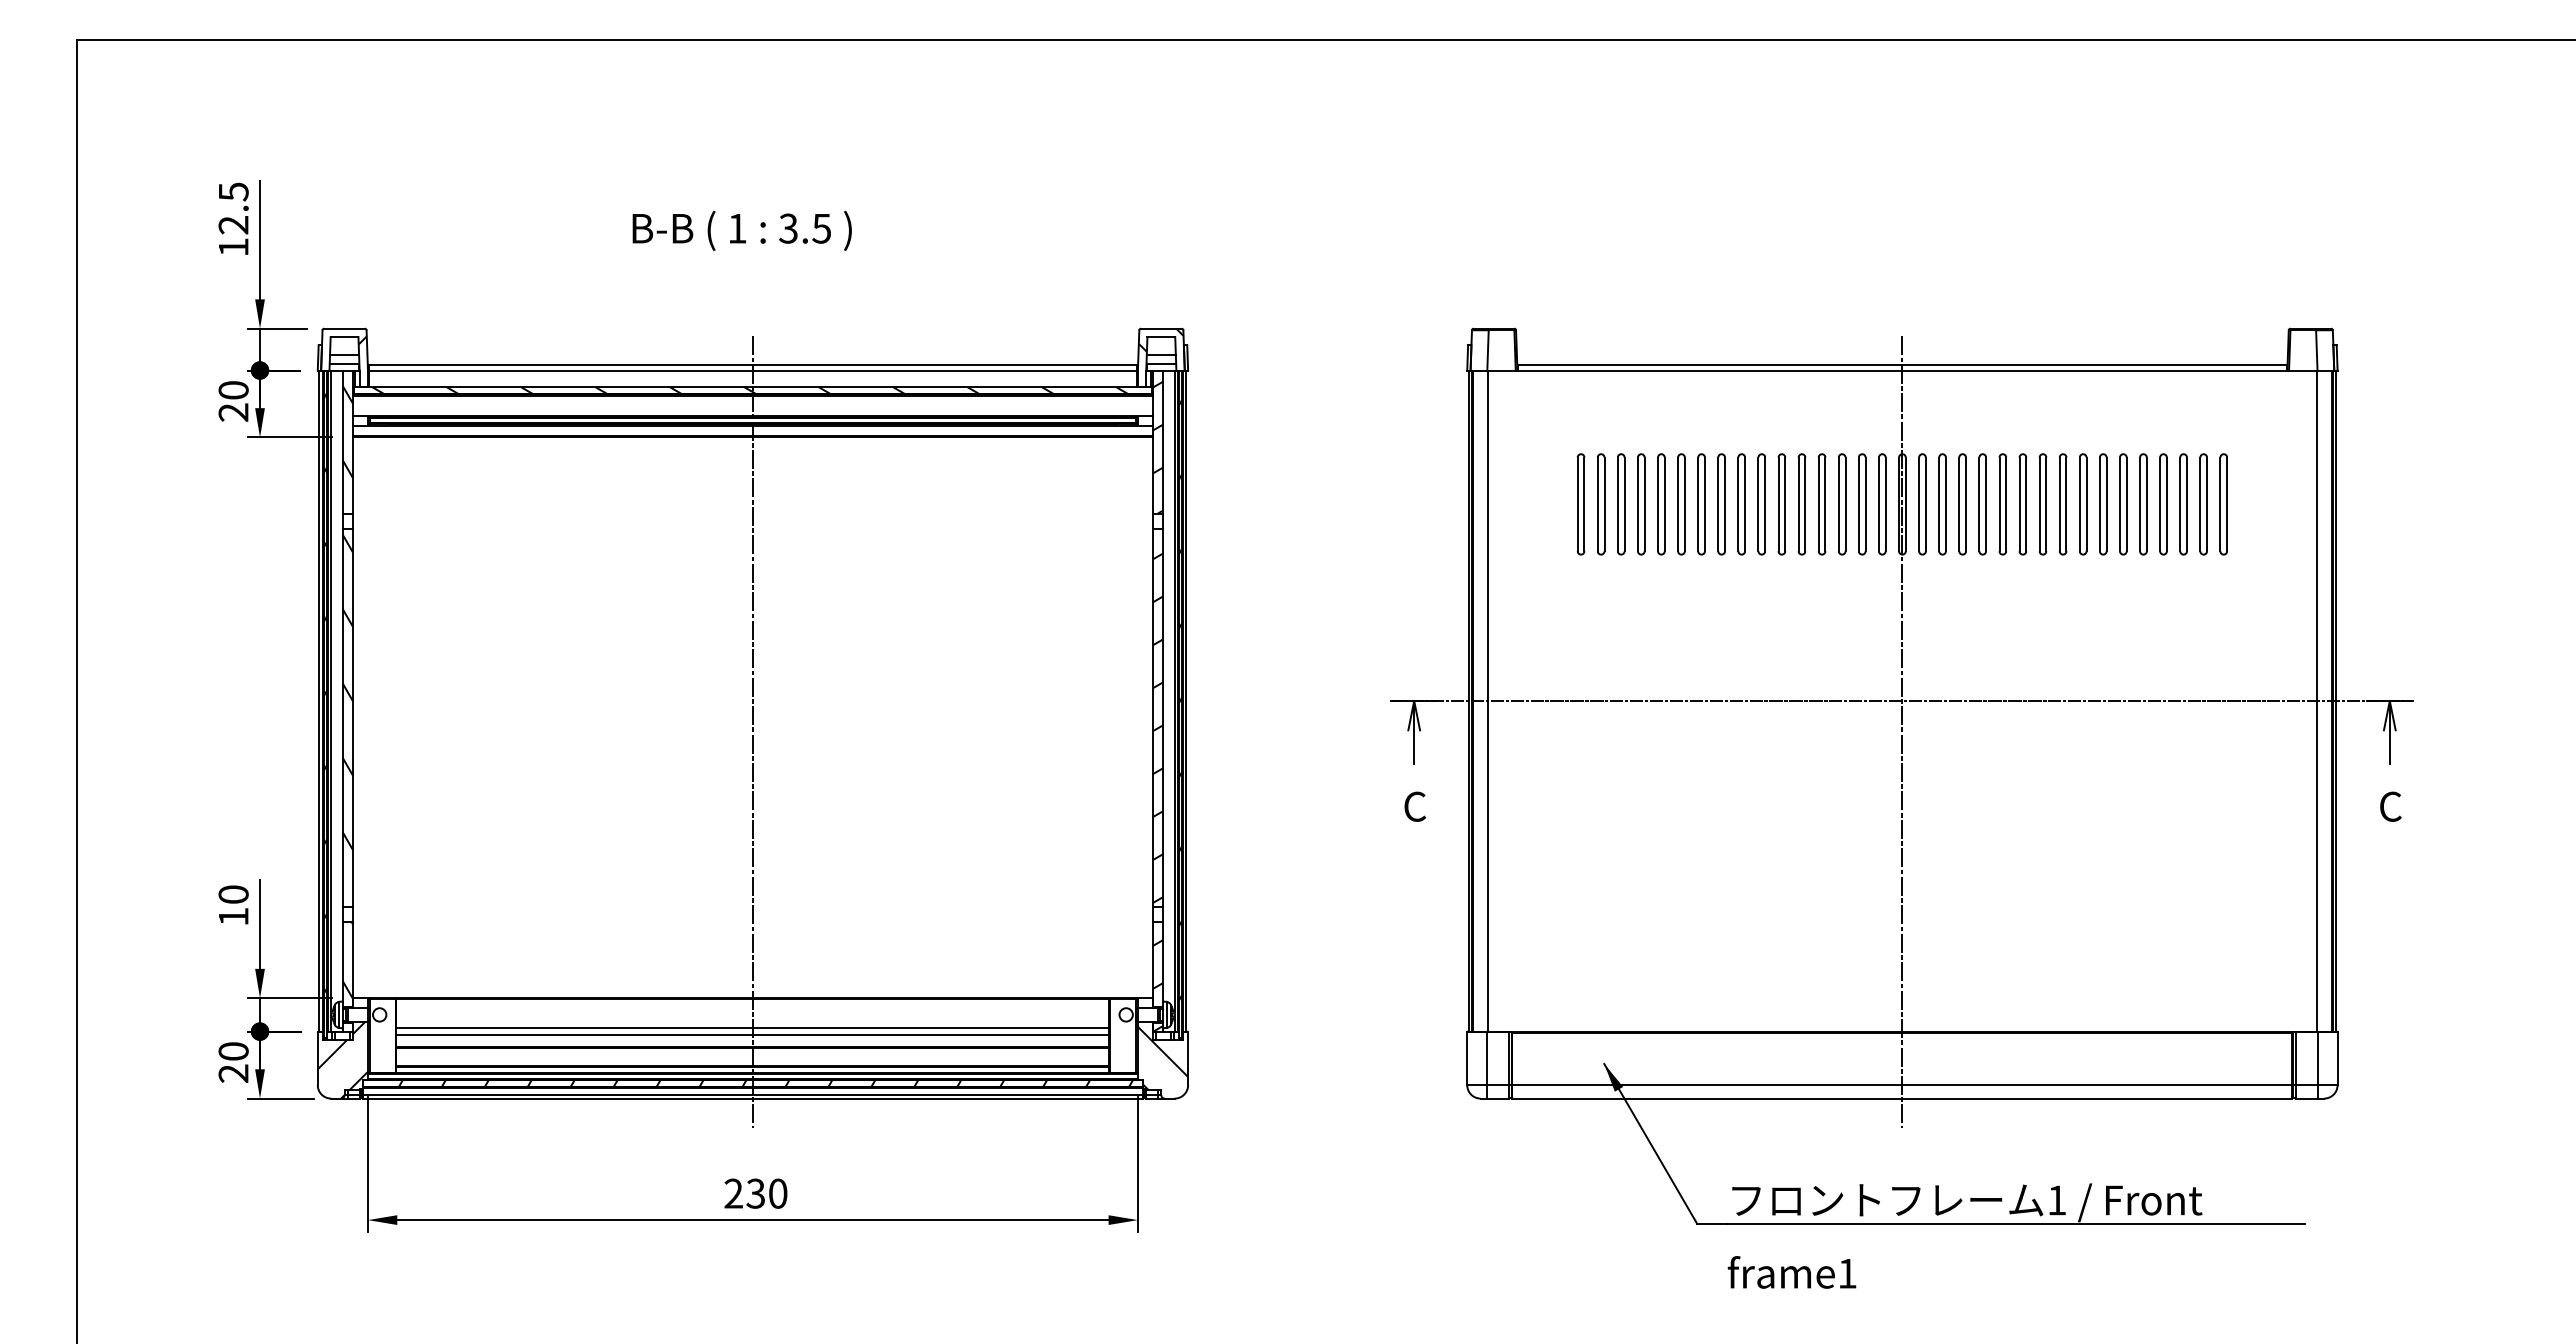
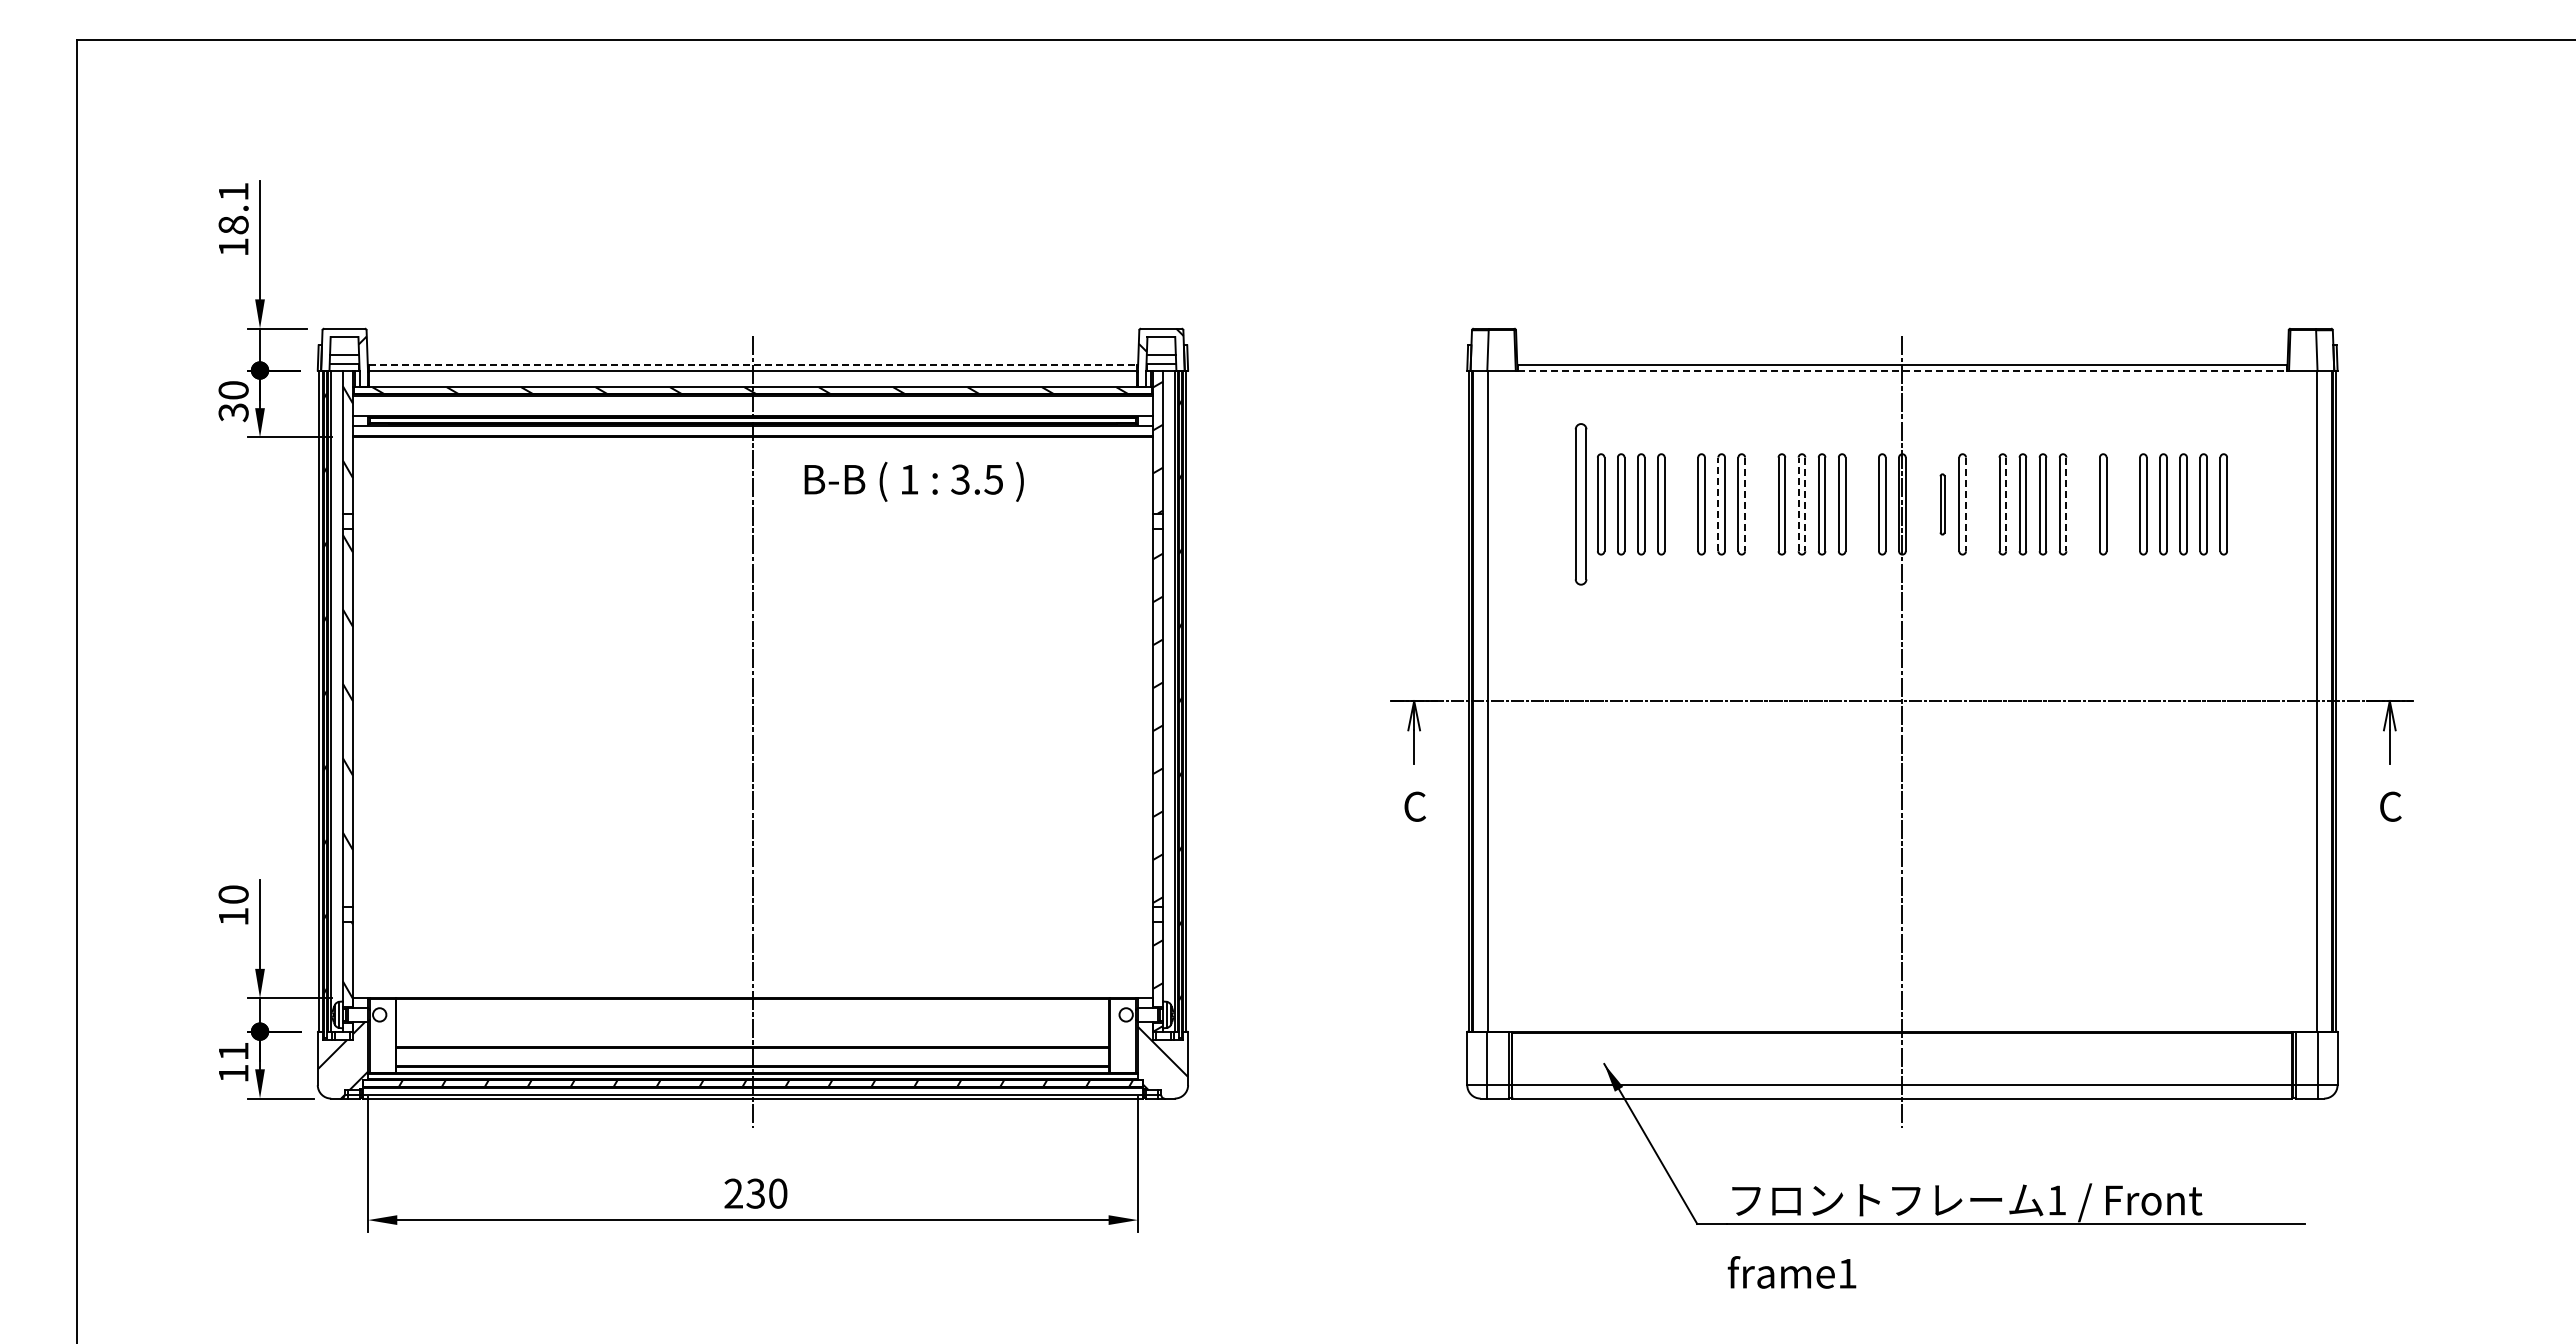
text at (233, 208): 12.5 -> 18.1
text at (741, 230) position: (741, 230) -> (913, 481)
line at (753, 365): solid -> dashed
line at (1902, 370): solid -> dashed
text at (233, 412): 20 -> 30
part at (1580, 504) size: 10x103 px -> 14x163 px
part at (1681, 504): present -> none
line at (1718, 504): solid -> dashed
line at (1745, 504): solid -> dashed
part at (1761, 504): present -> none
line at (1798, 504): solid -> dashed
line at (1805, 504): solid -> dashed
part at (1862, 504): present -> none
part at (1922, 504): present -> none
part at (1942, 504) size: 9x103 px -> 7x63 px
line at (1966, 504): solid -> dashed
part at (1982, 504): present -> none
line at (2006, 504): solid -> dashed
line at (2066, 504): solid -> dashed
part at (2083, 504): present -> none
part at (2123, 504): present -> none
line at (752, 1028): present -> none
line at (752, 1034): present -> none
text at (233, 1062): 20 -> 11
